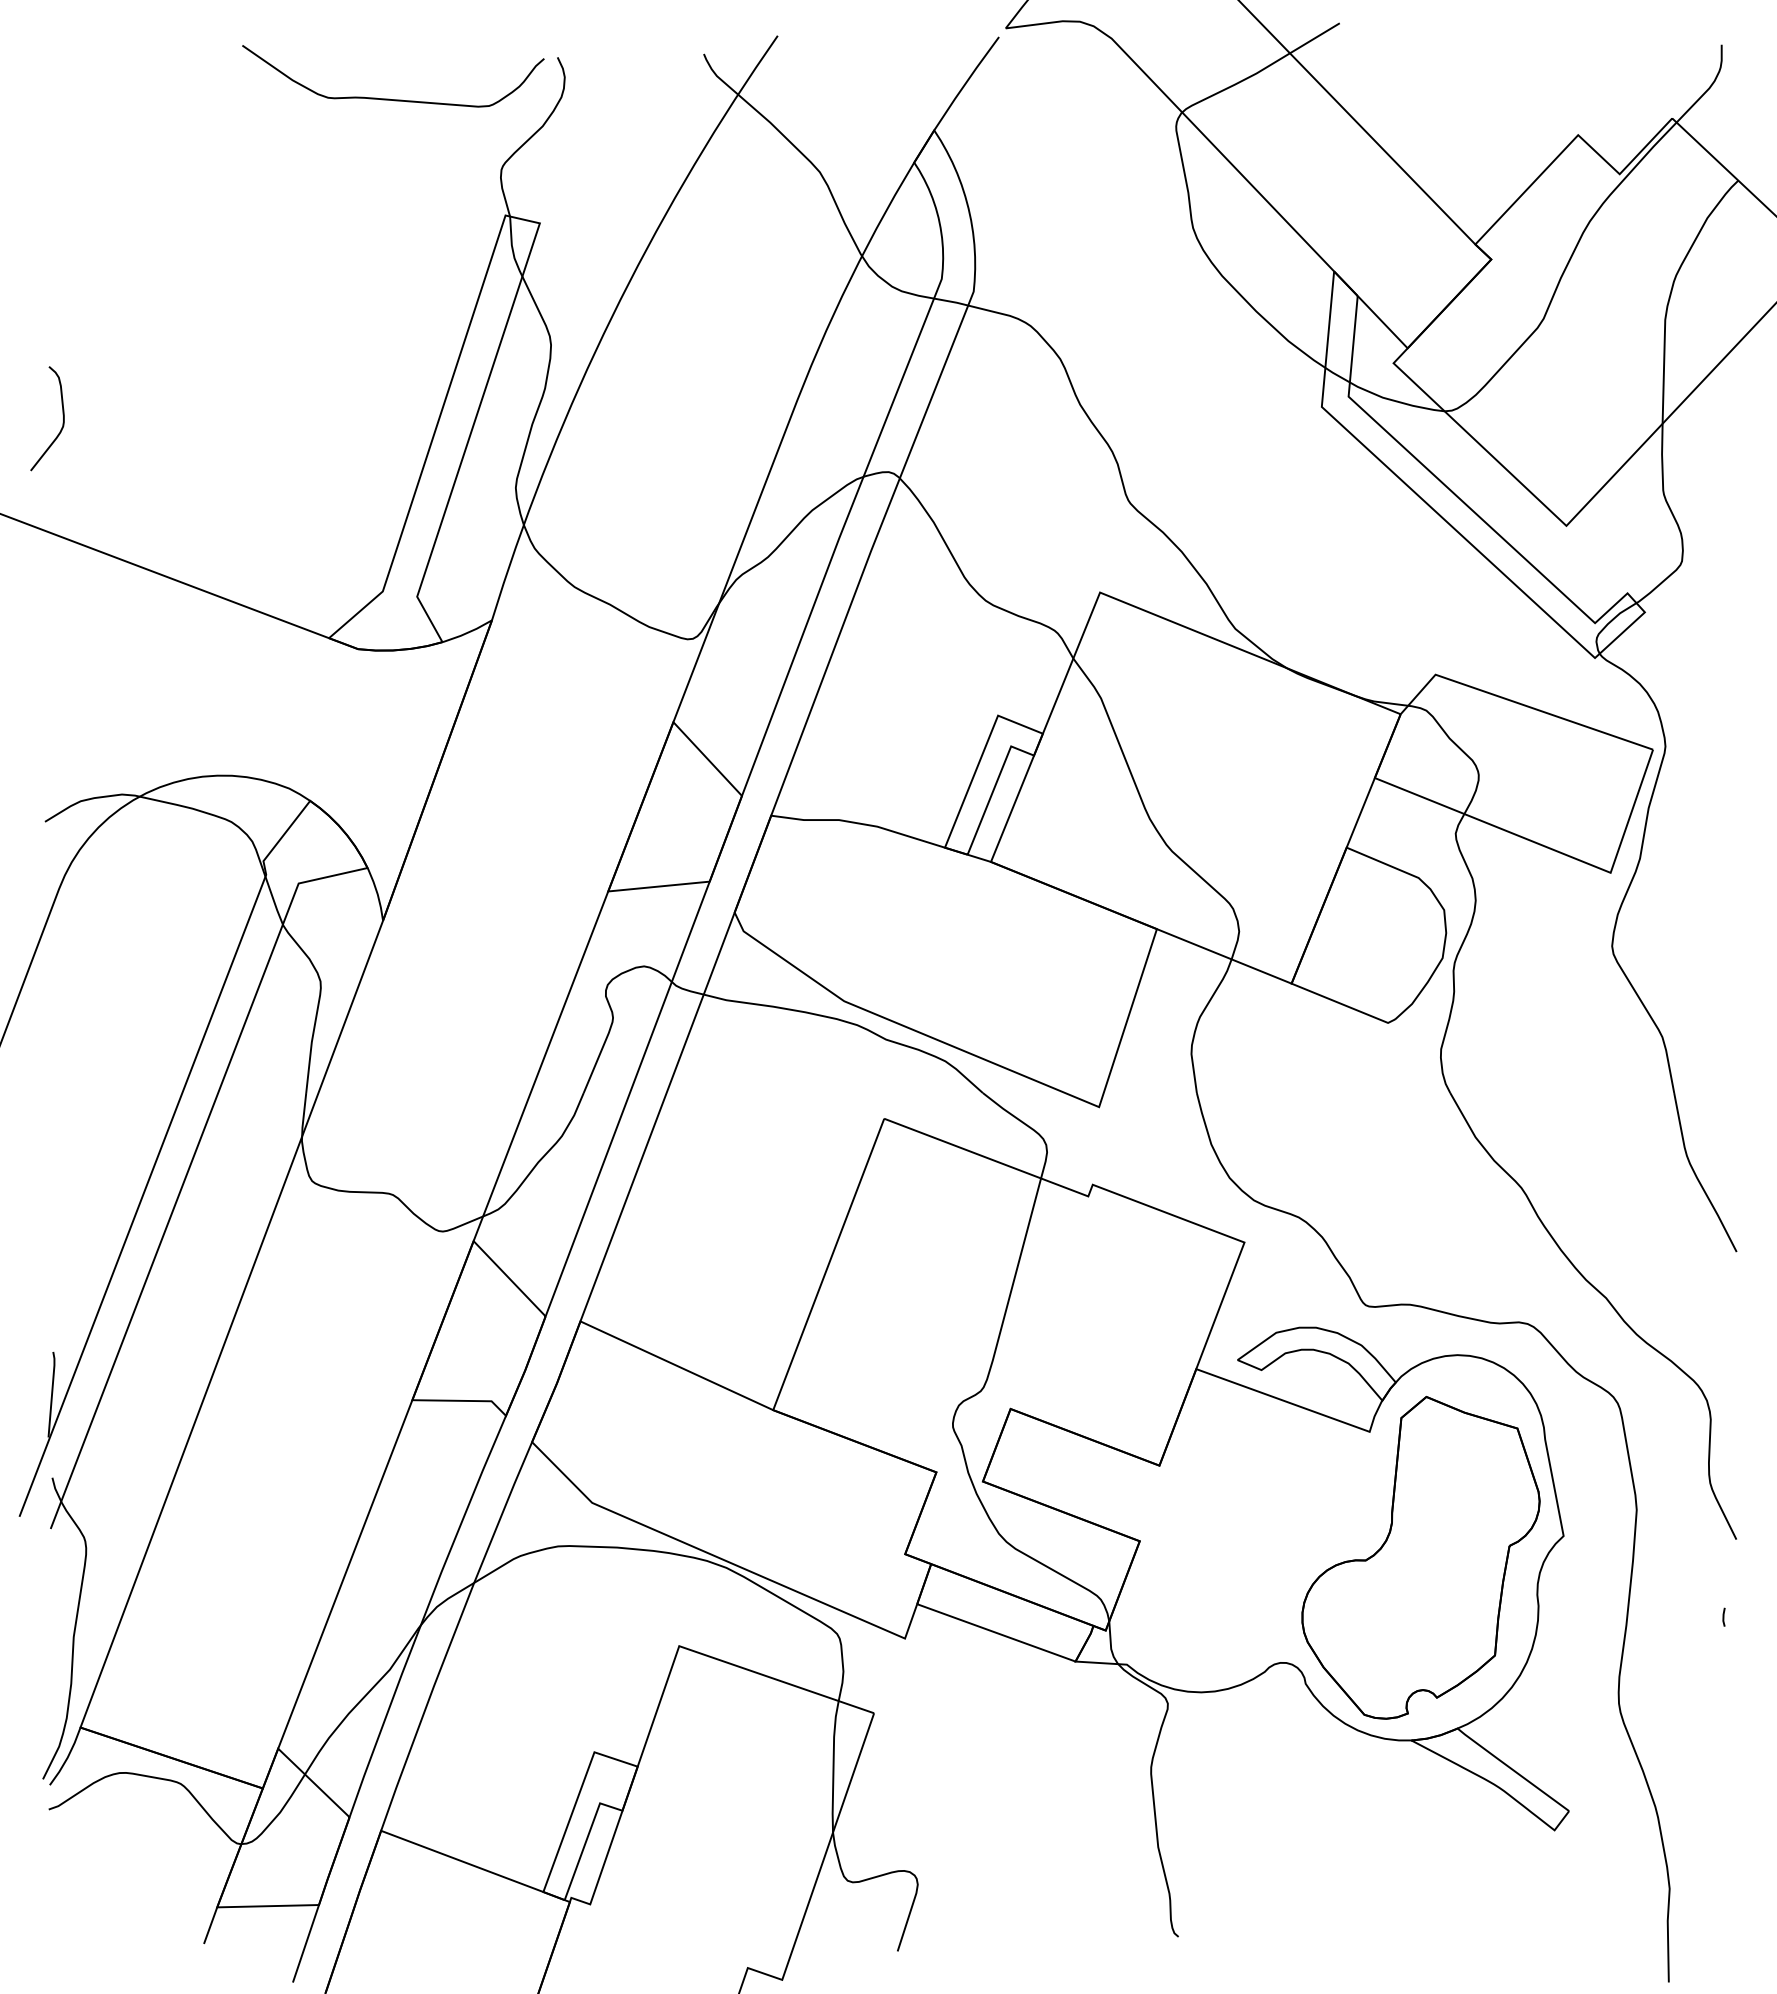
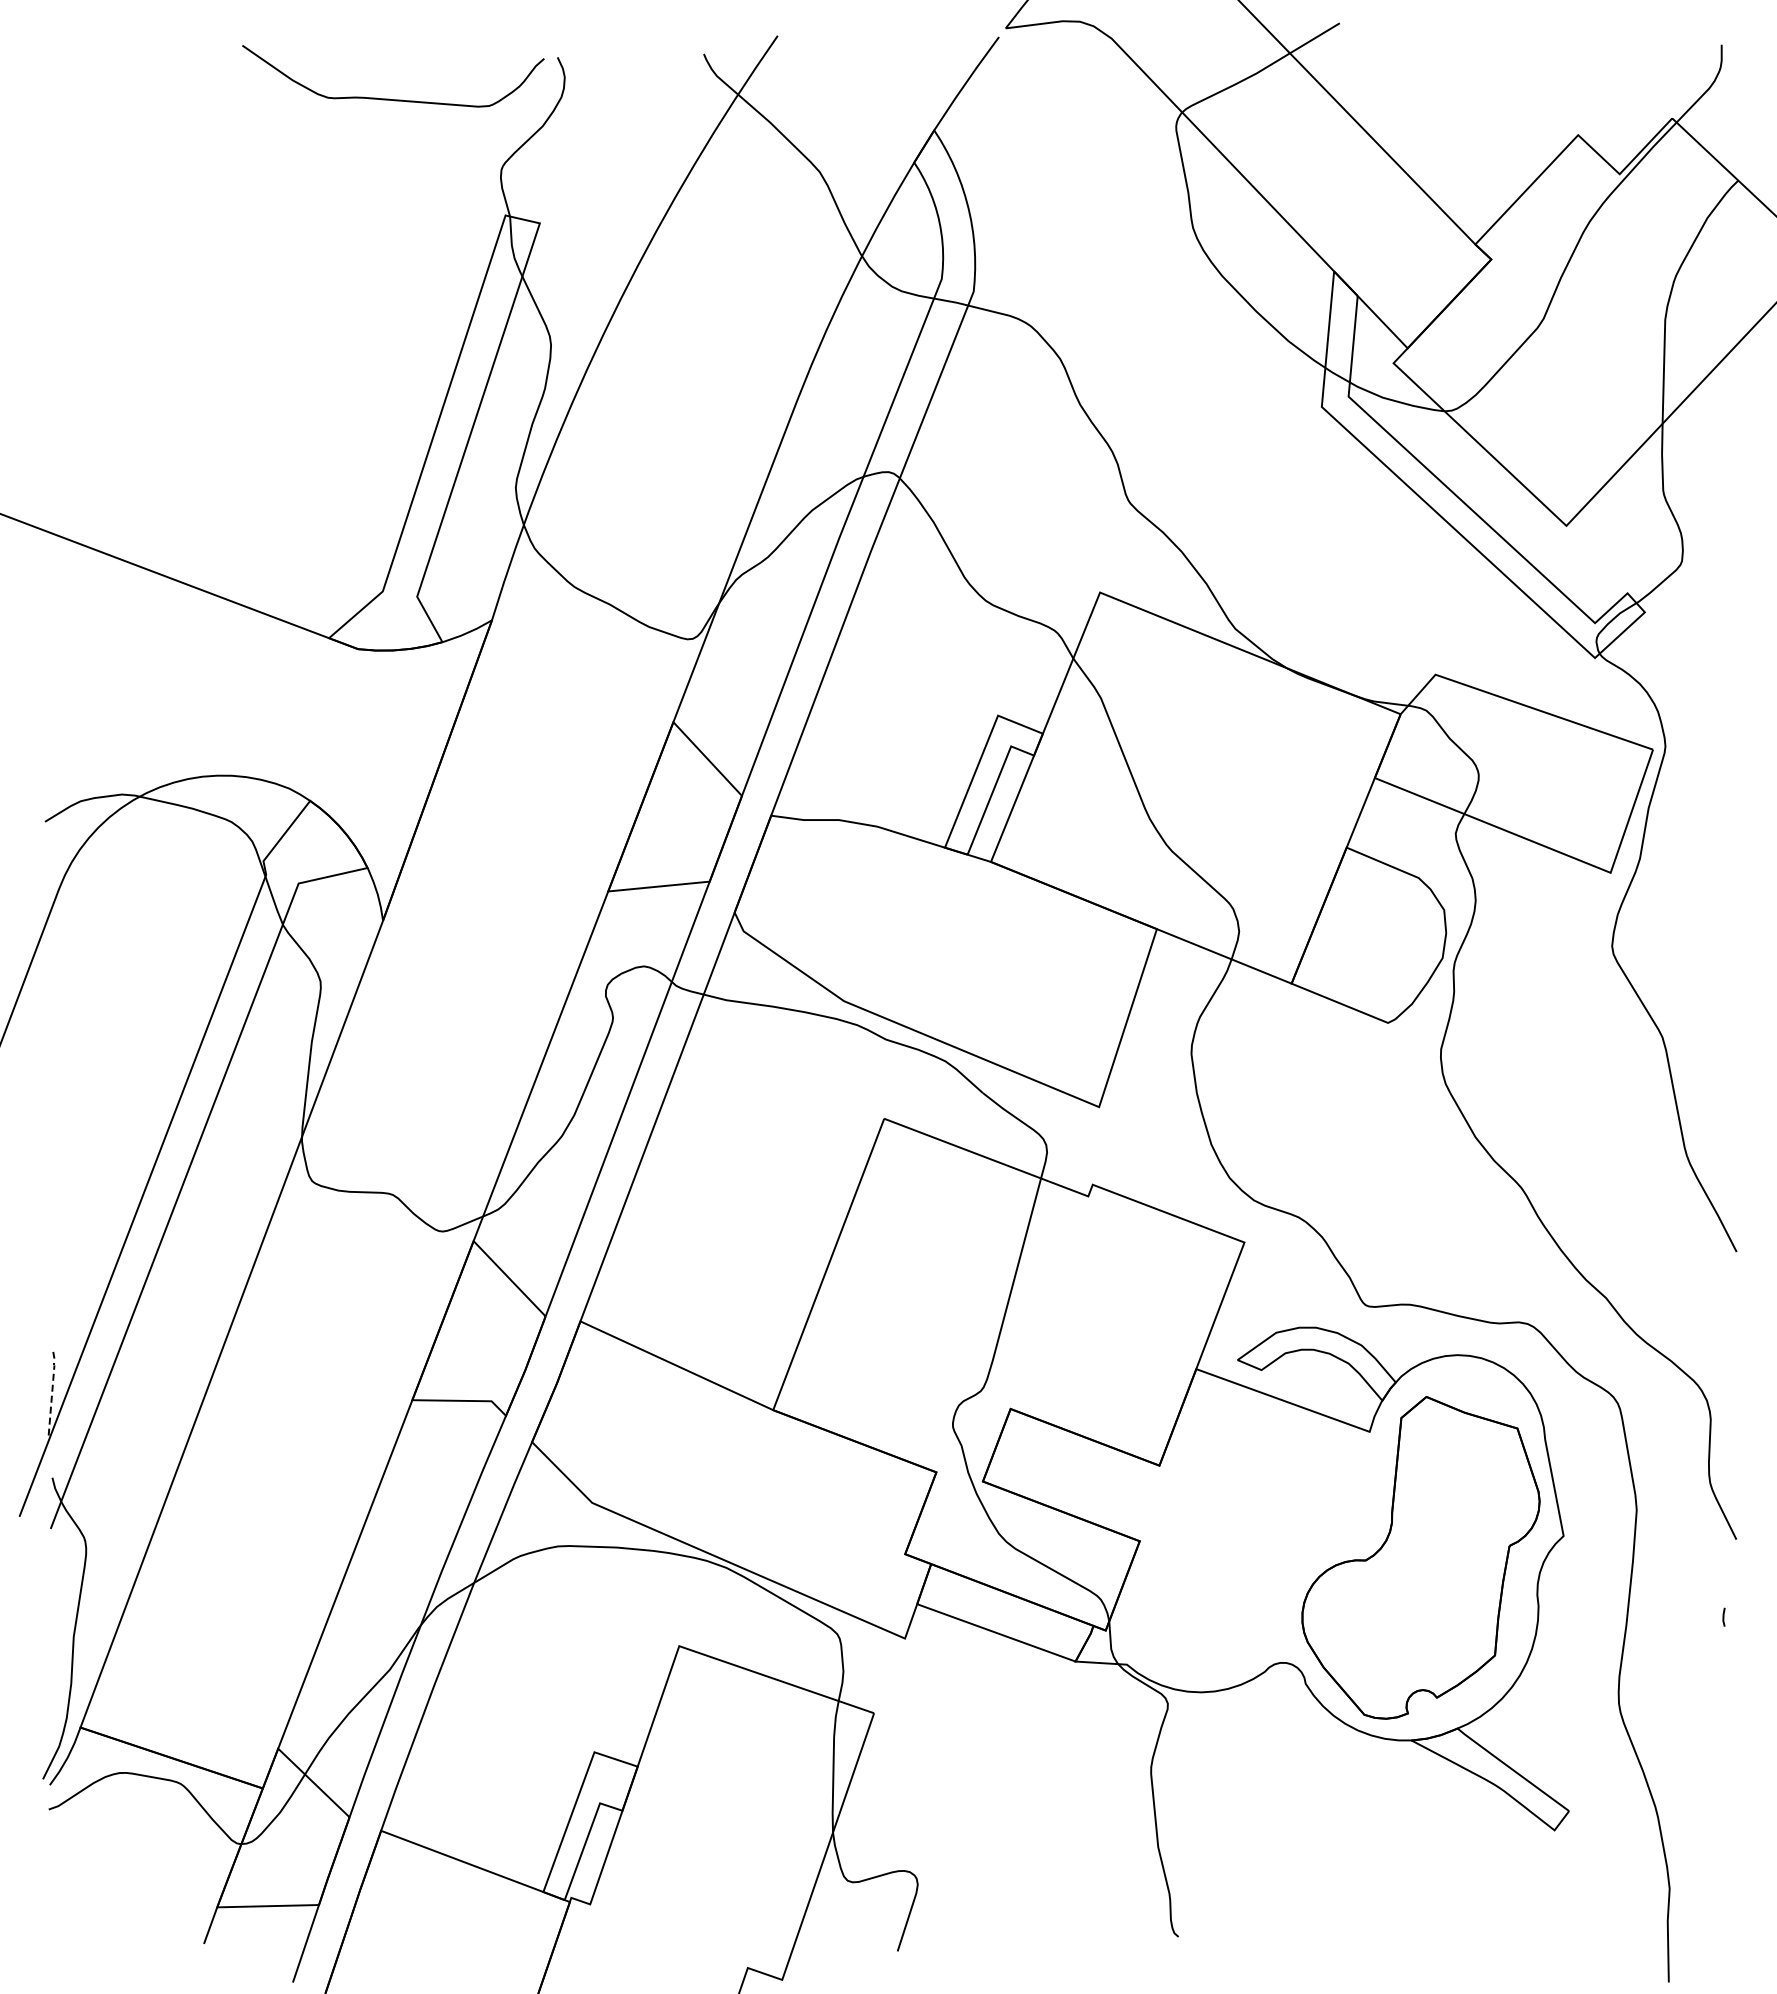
curve at (62, 414): present -> none
line at (52, 1394): solid -> dashed
